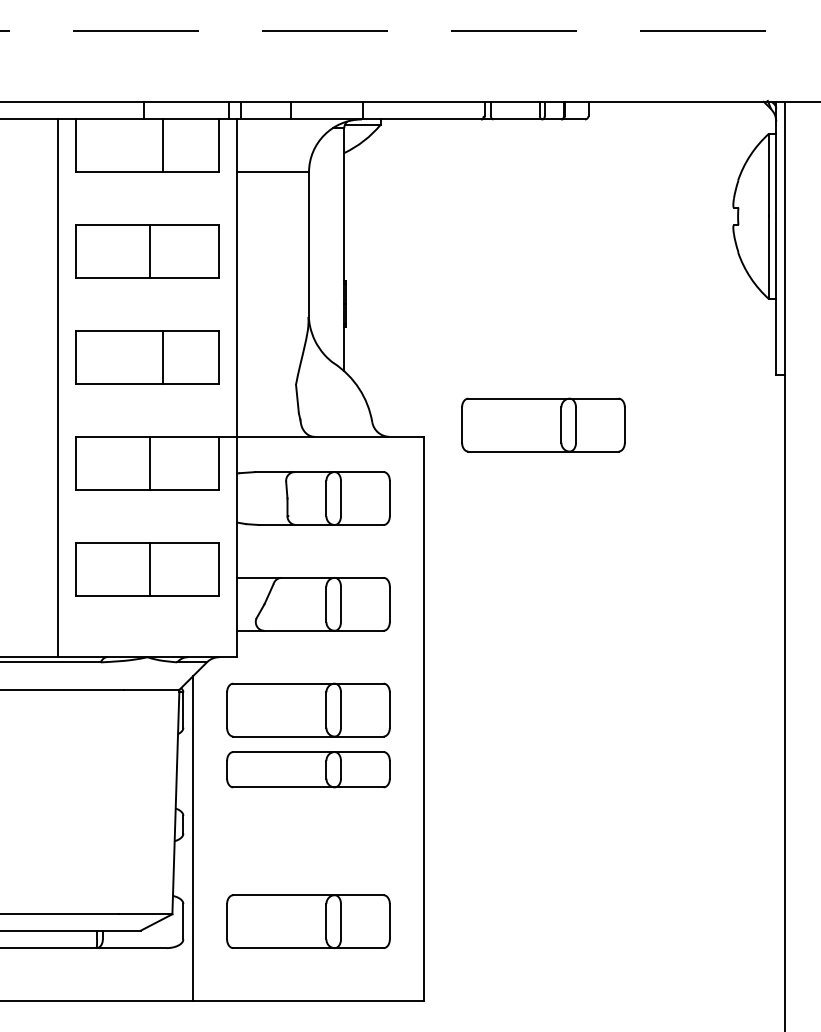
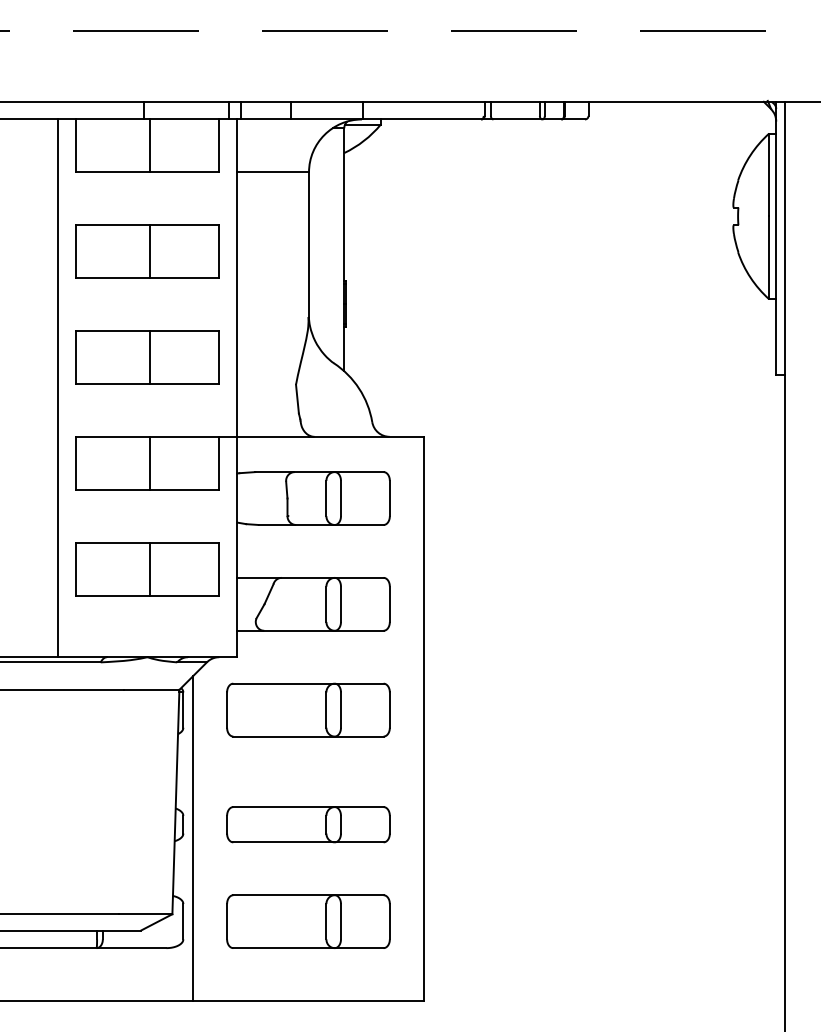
line at (162, 145) position: (162, 145) -> (149, 145)
line at (162, 357) position: (162, 357) -> (149, 357)
part at (543, 424): present -> none
part at (308, 769) position: (308, 769) -> (308, 824)
